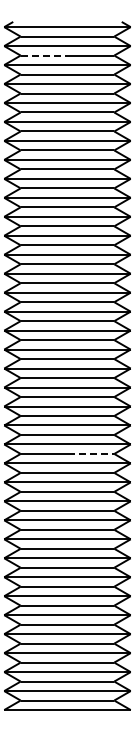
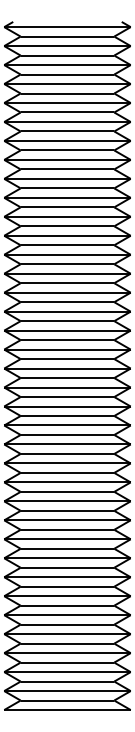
line at (44, 55): dashed -> solid
line at (91, 453): dashed -> solid
